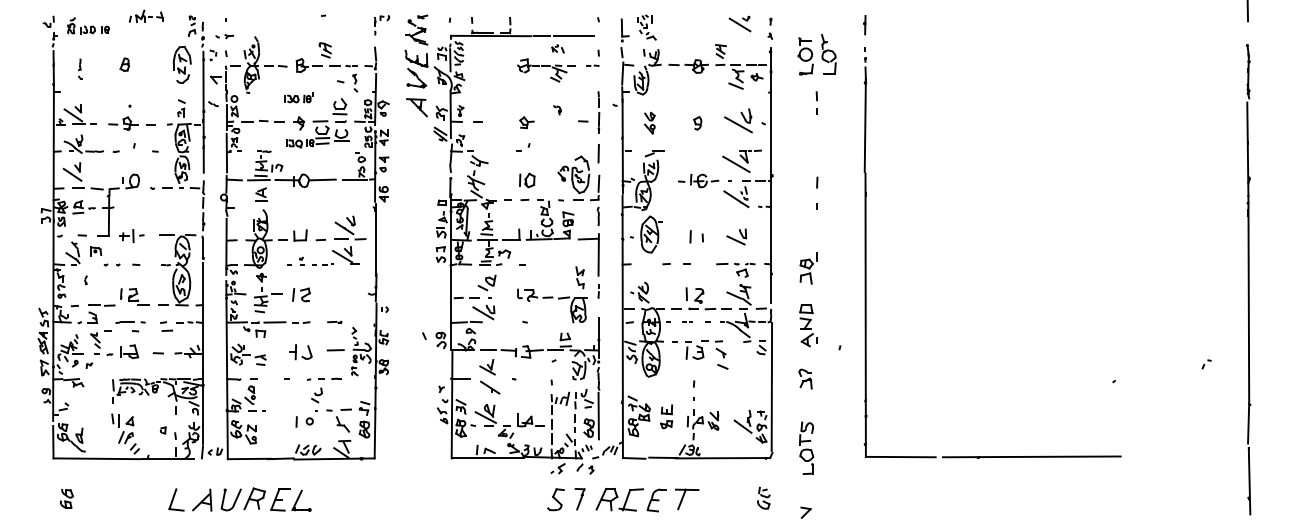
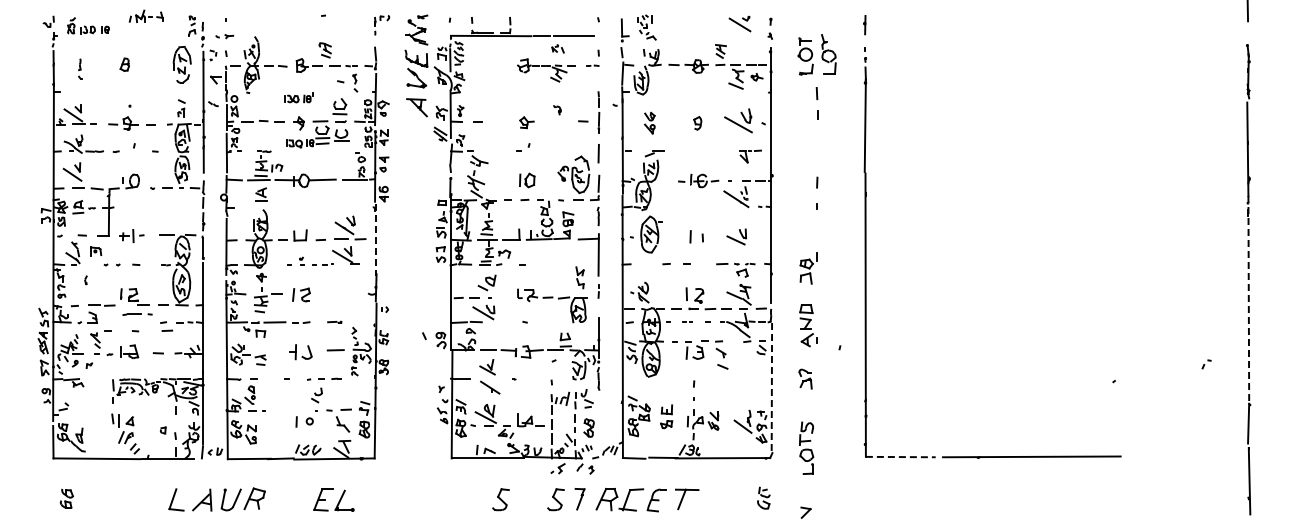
part at (816, 102) size: 3x24 px -> 4x33 px
line at (736, 163): present -> none
line at (375, 240): solid -> dashed
line at (1248, 299): solid -> dashed
line at (130, 322) position: (130, 322) -> (137, 314)
line at (771, 387): solid -> dashed
line at (598, 415): present -> none
line at (900, 457): solid -> dashed
part at (290, 499) position: (290, 499) -> (333, 499)
part at (500, 499): none -> present
